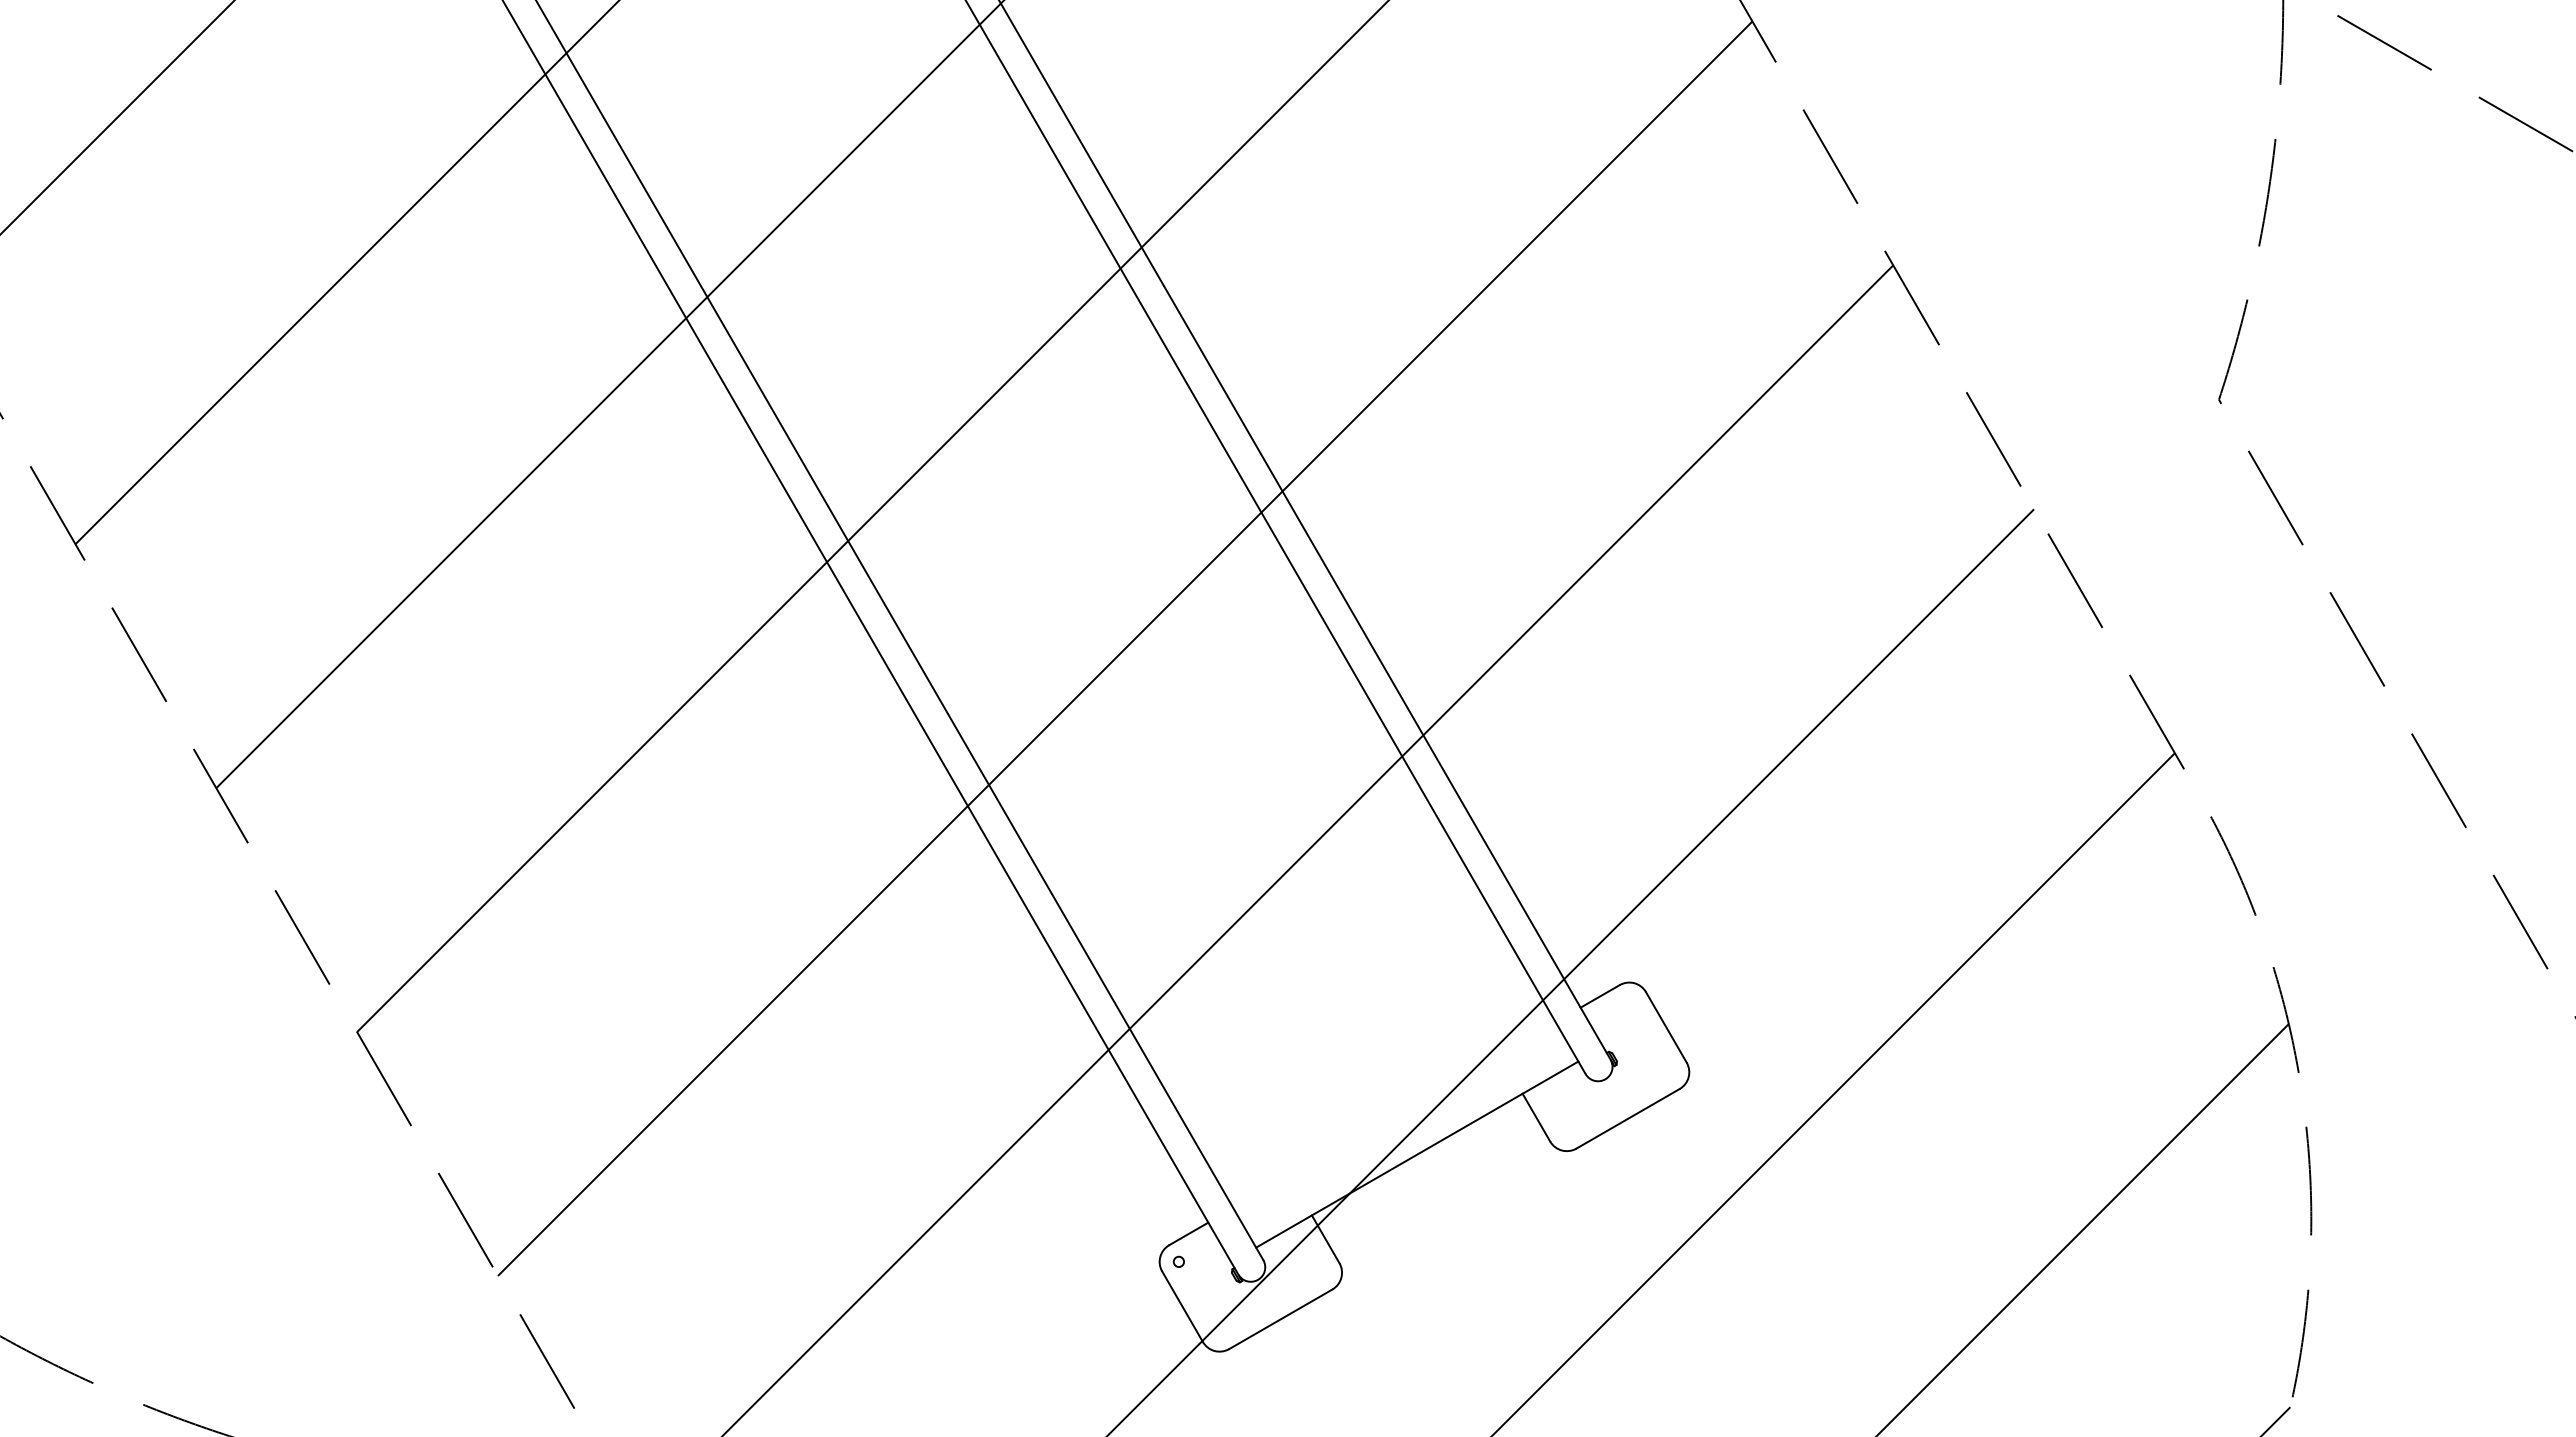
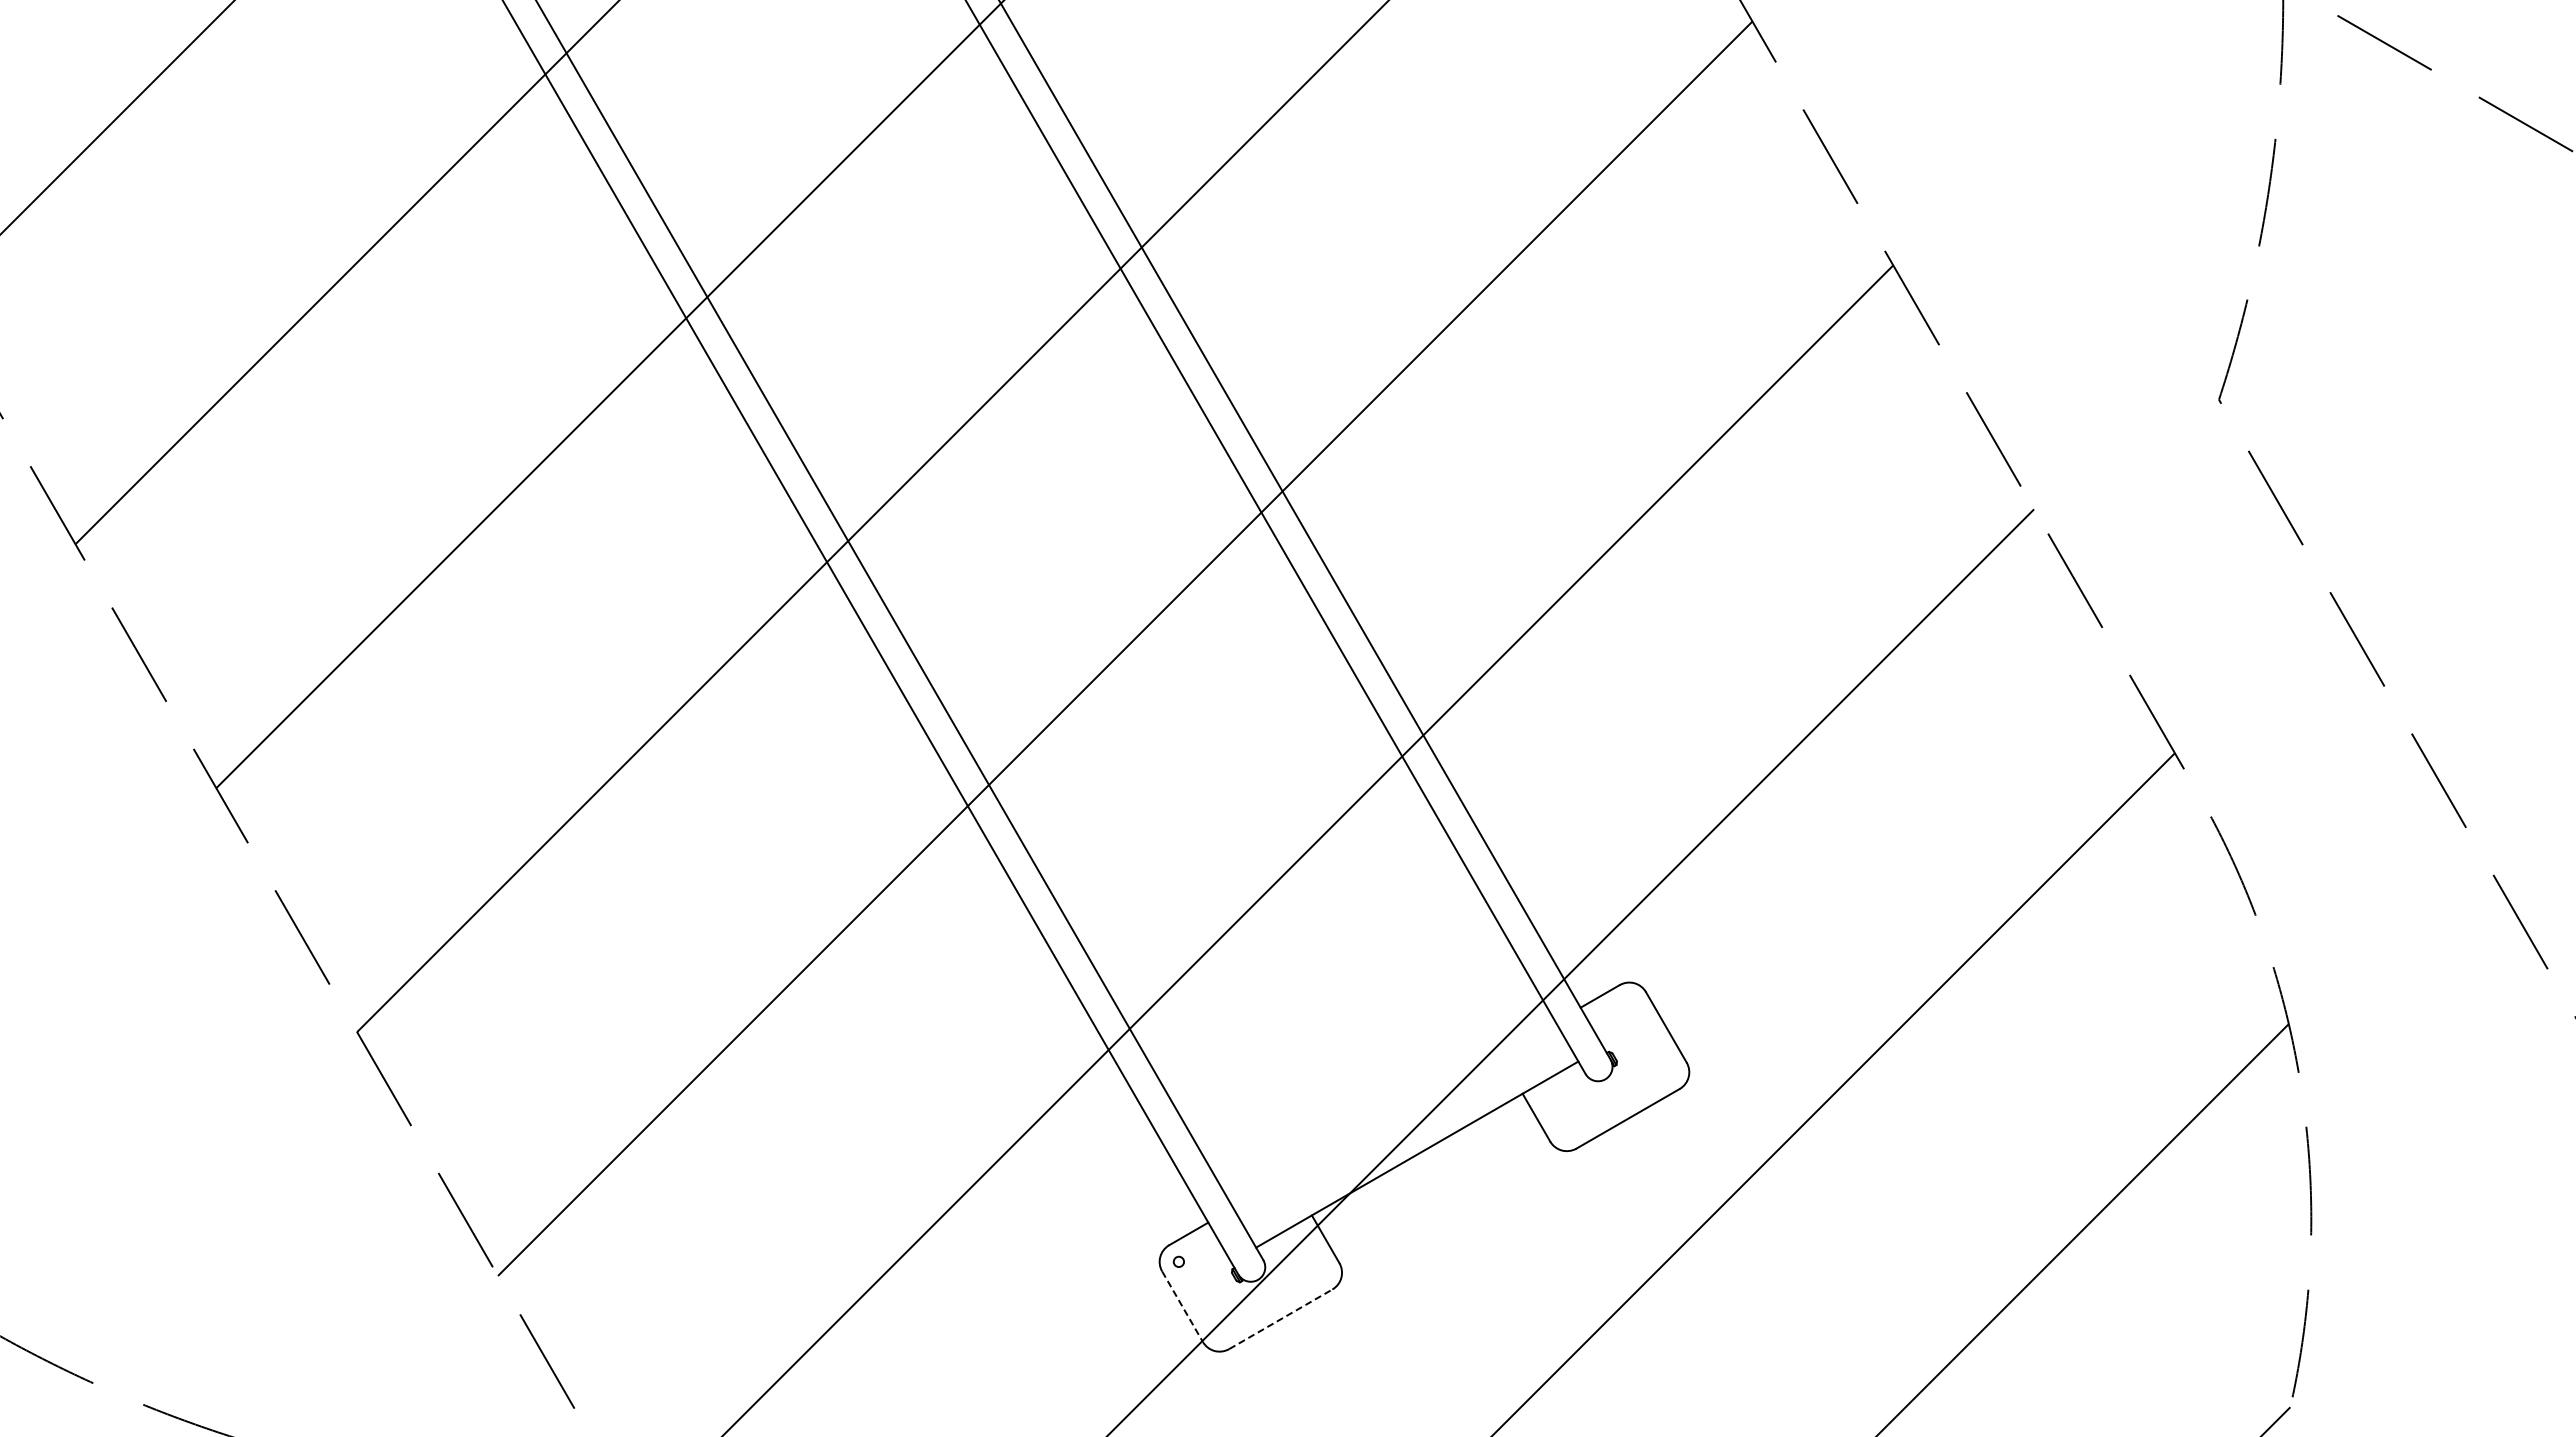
line at (1182, 1306): solid -> dashed
line at (1280, 1319): solid -> dashed
